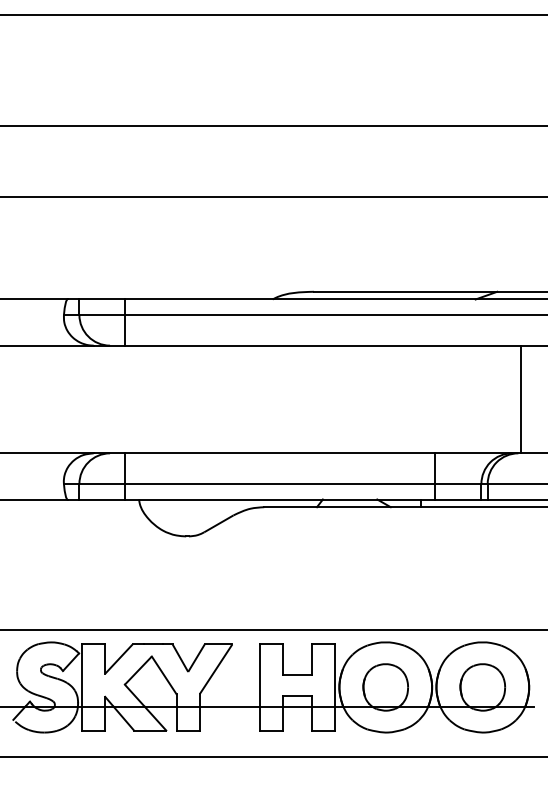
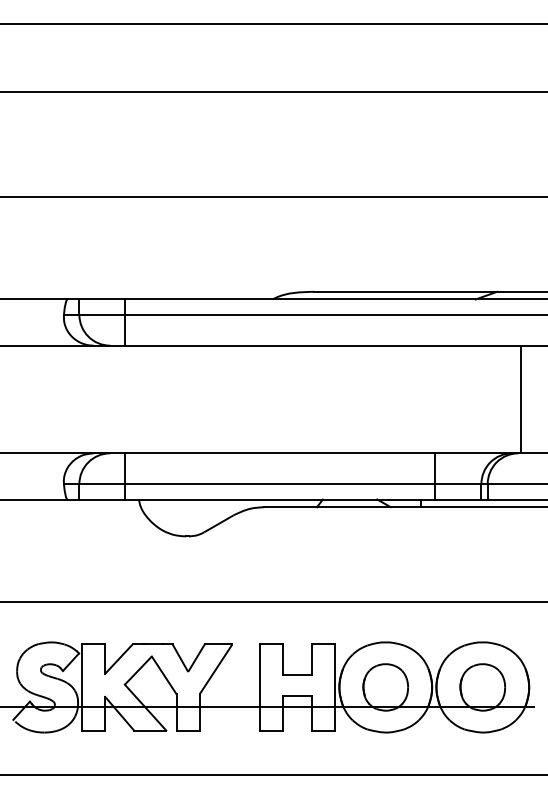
line at (273, 14) position: (273, 14) -> (273, 23)
line at (273, 126) position: (273, 126) -> (273, 92)
line at (273, 630) position: (273, 630) -> (273, 602)
line at (273, 757) position: (273, 757) -> (273, 775)
